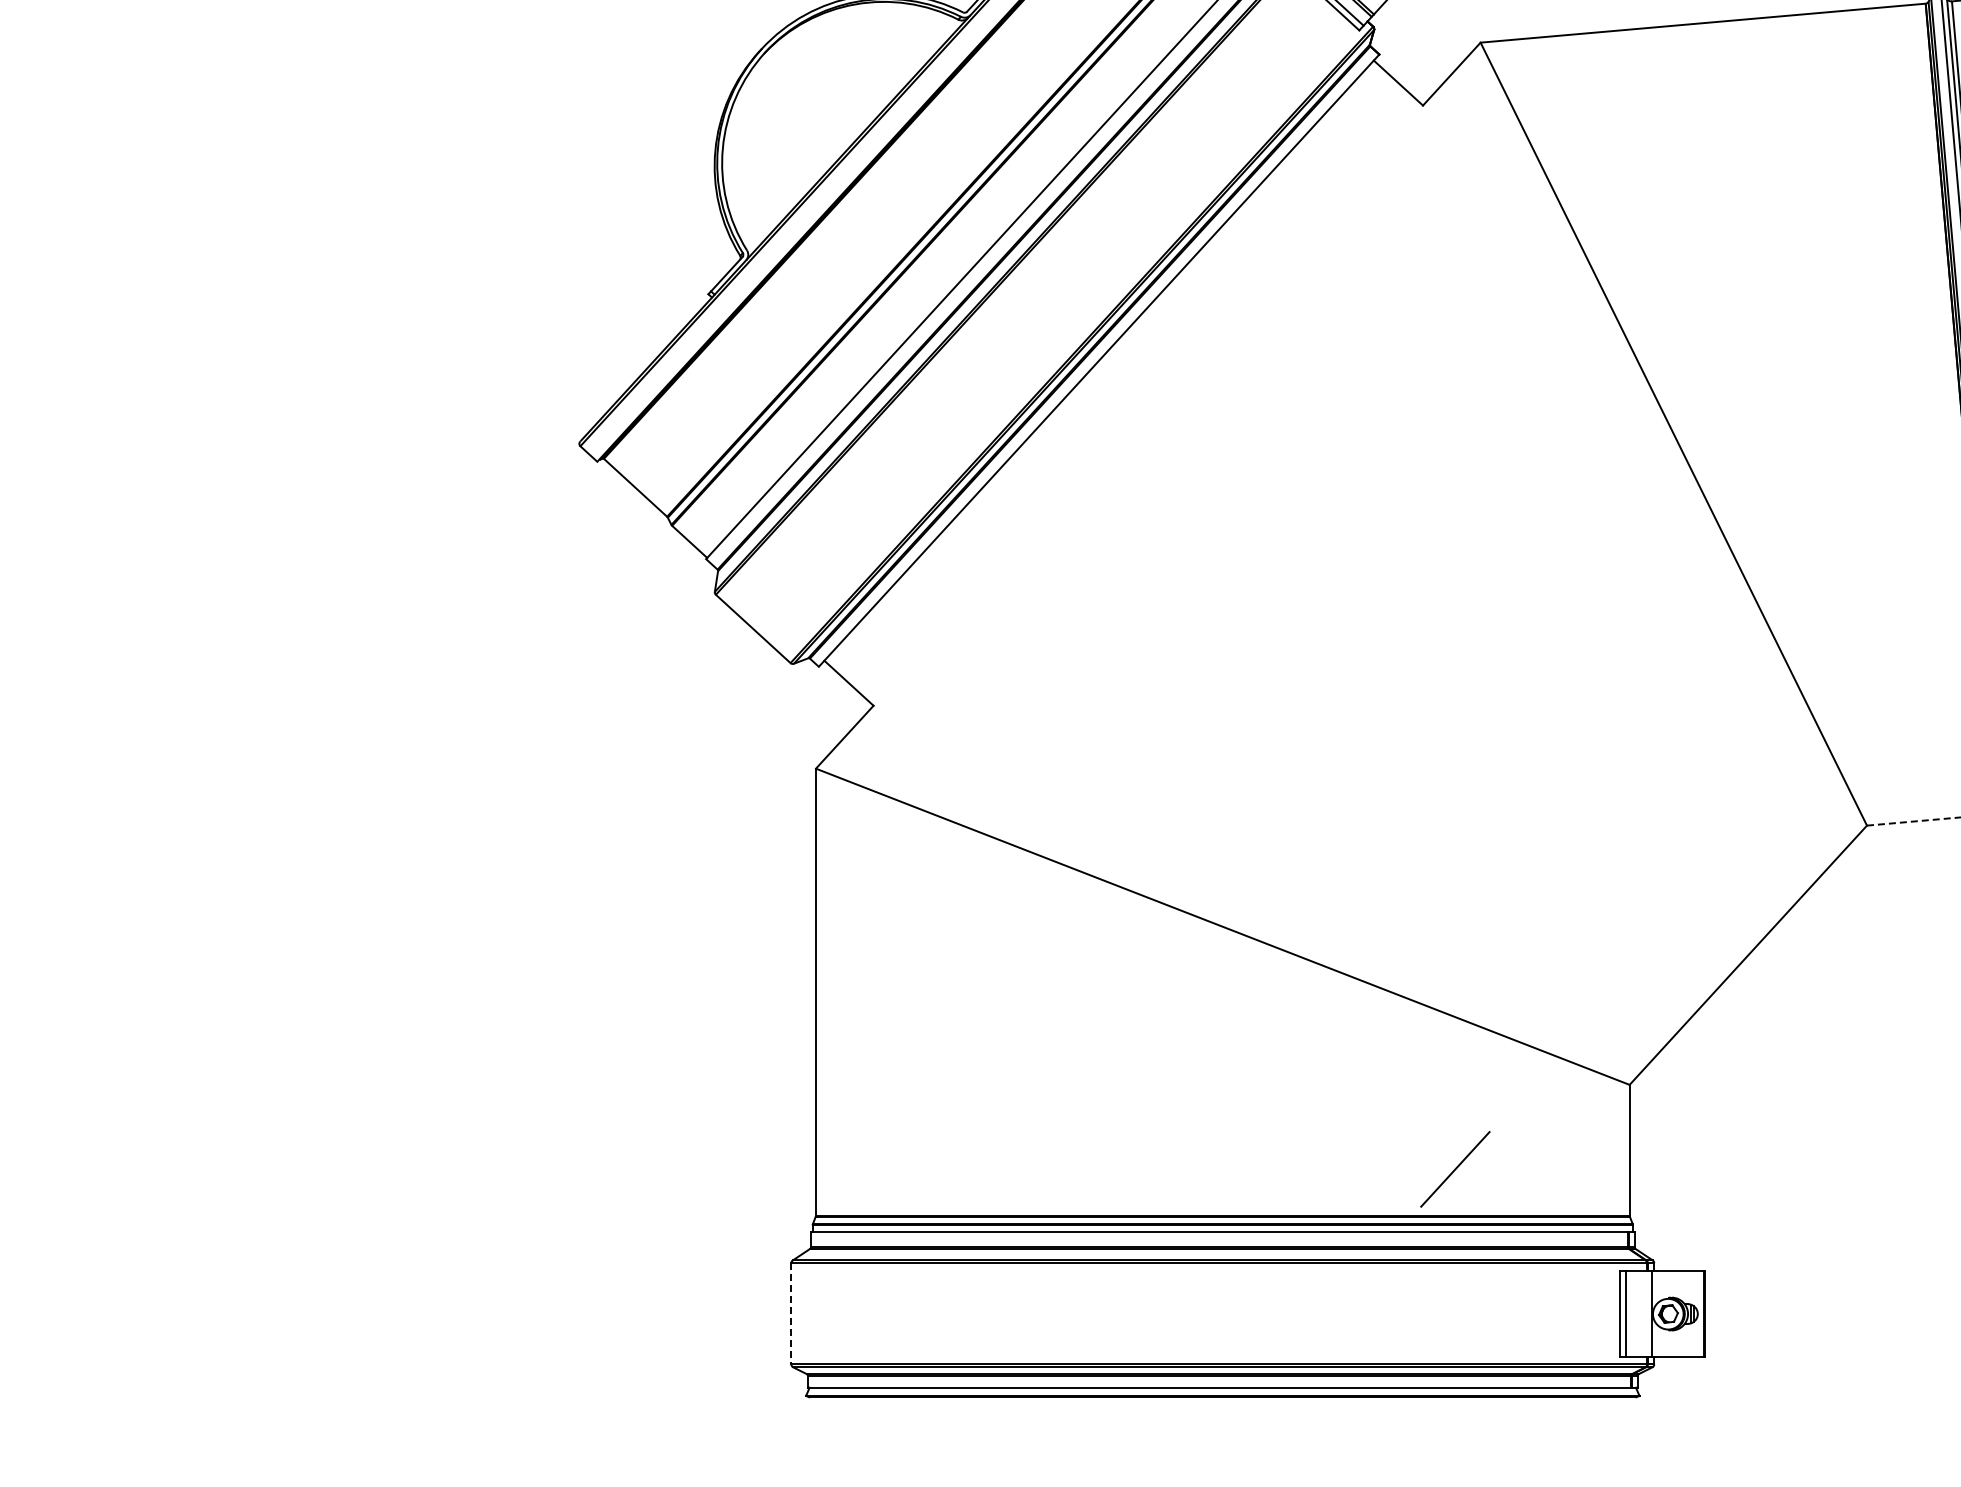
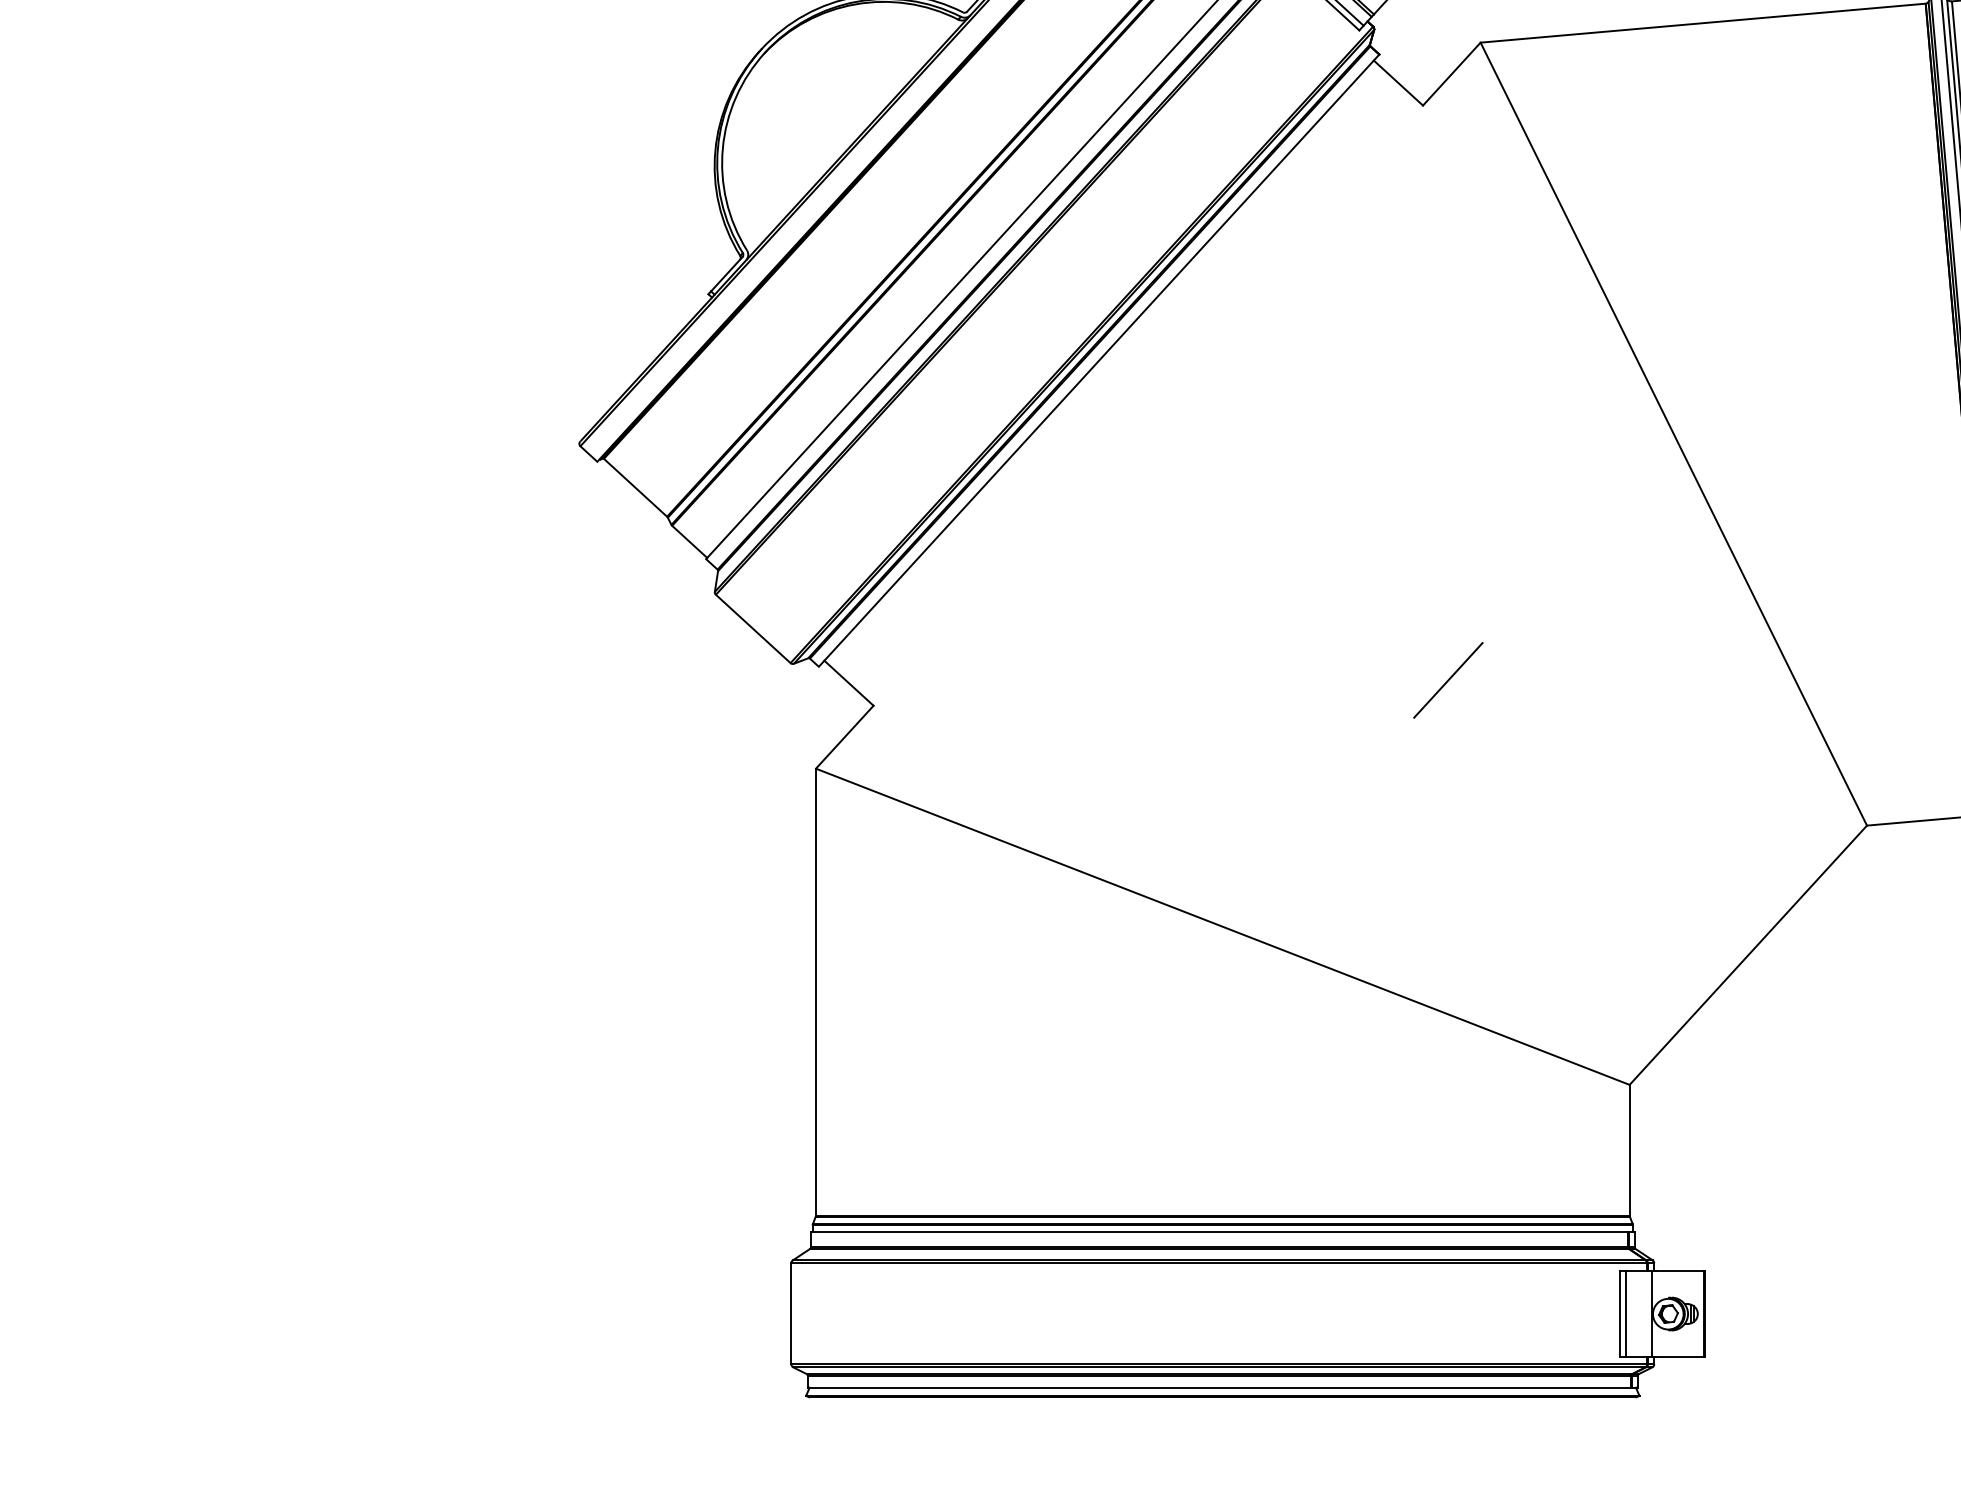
line at (1913, 821): dashed -> solid
line at (1455, 1169) position: (1455, 1169) -> (1448, 680)
line at (791, 1313): dashed -> solid
